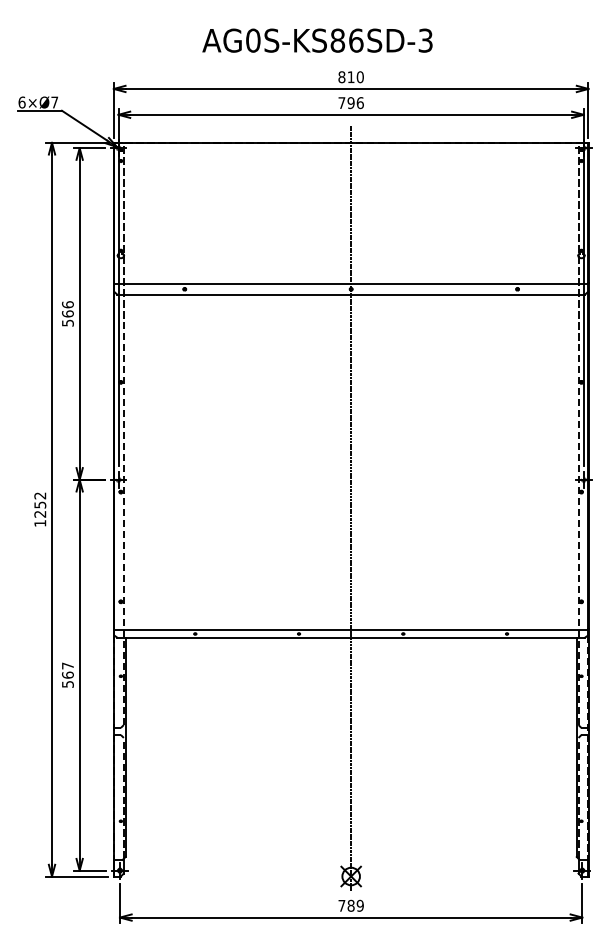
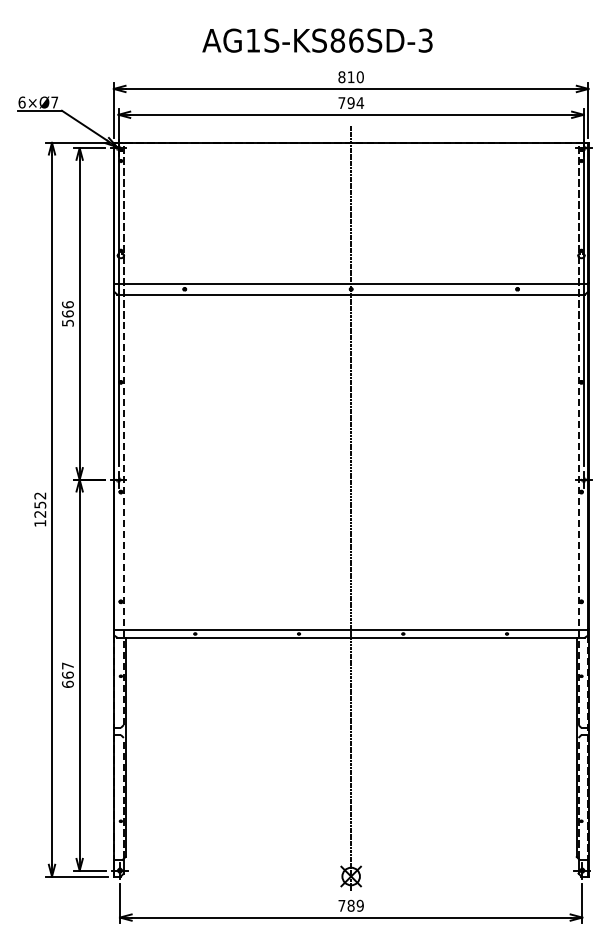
text at (253, 40): AG0S-KS86SD-3 -> AG1S-KS86SD-3
text at (360, 103): 796 -> 794
text at (67, 683): 567 -> 667
